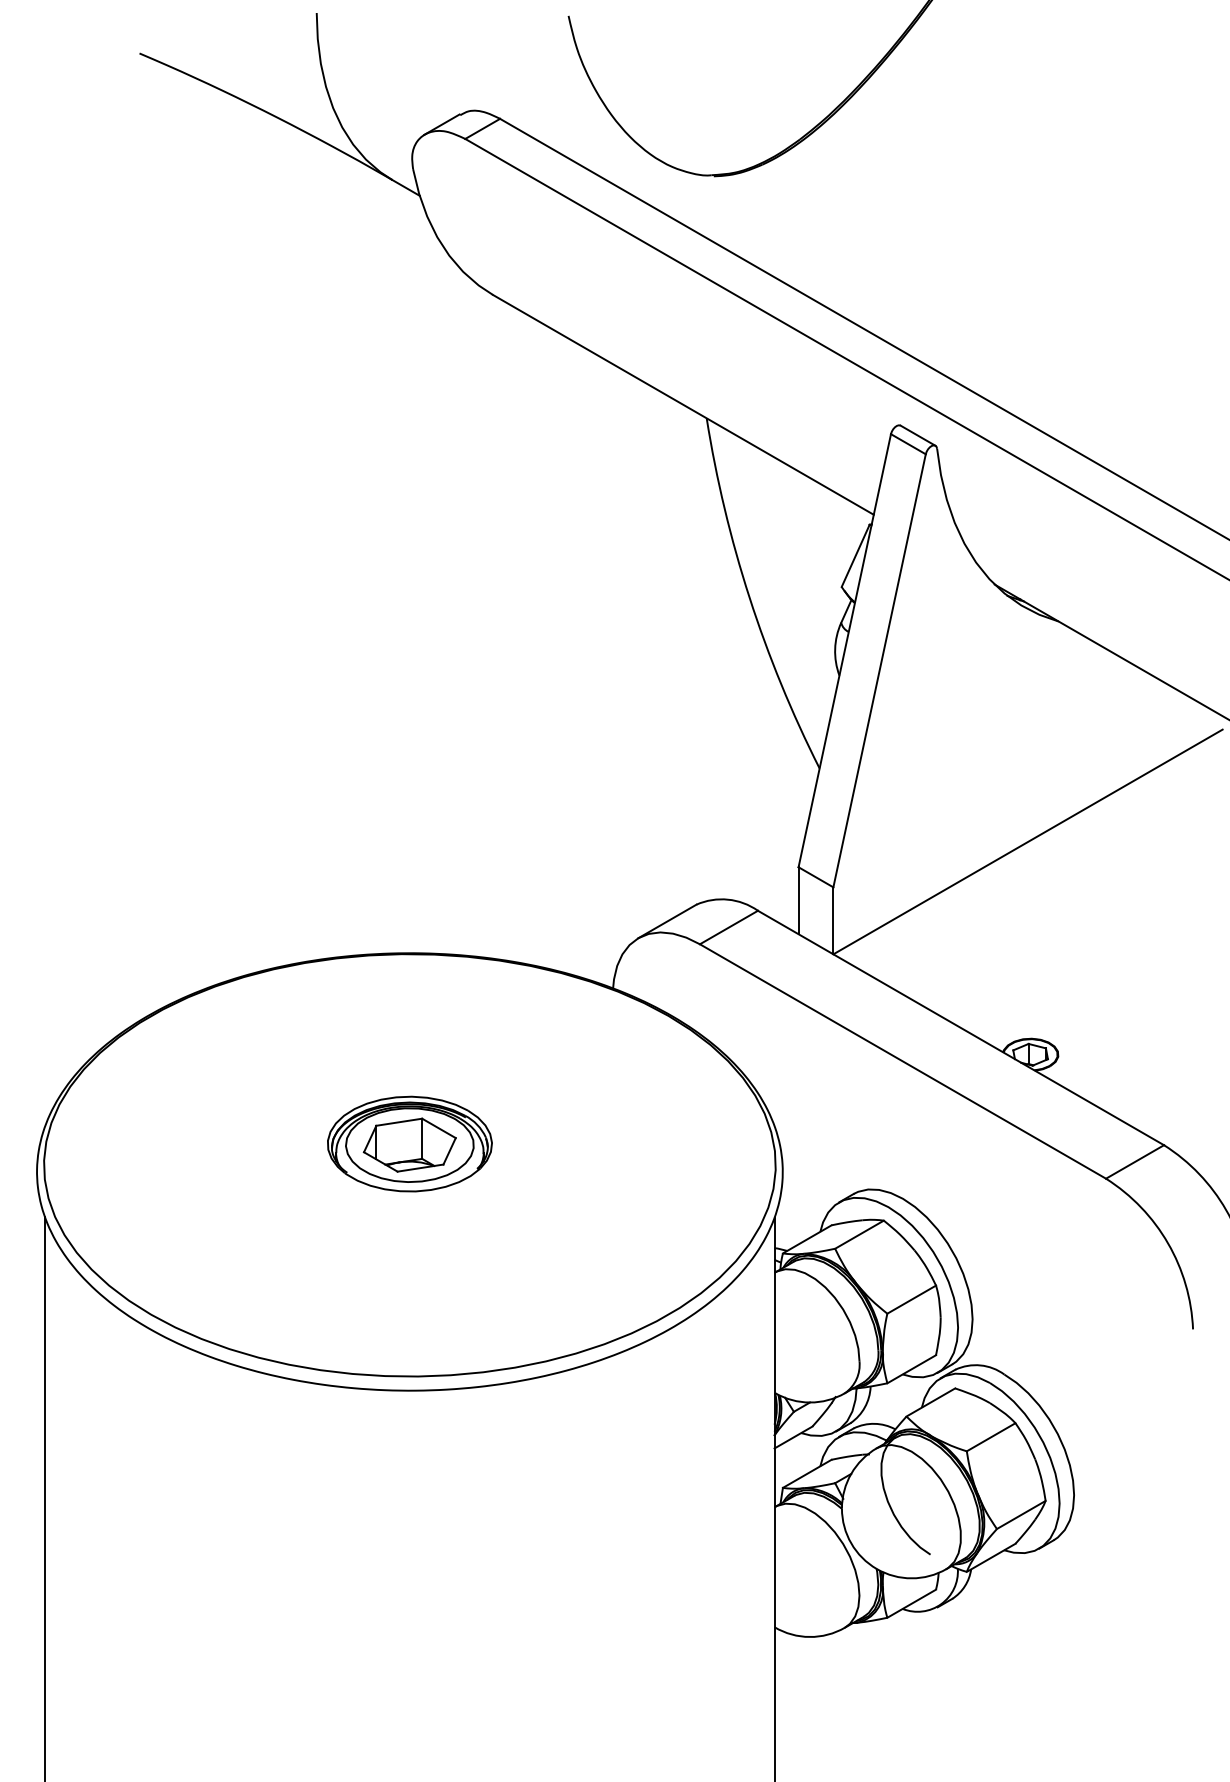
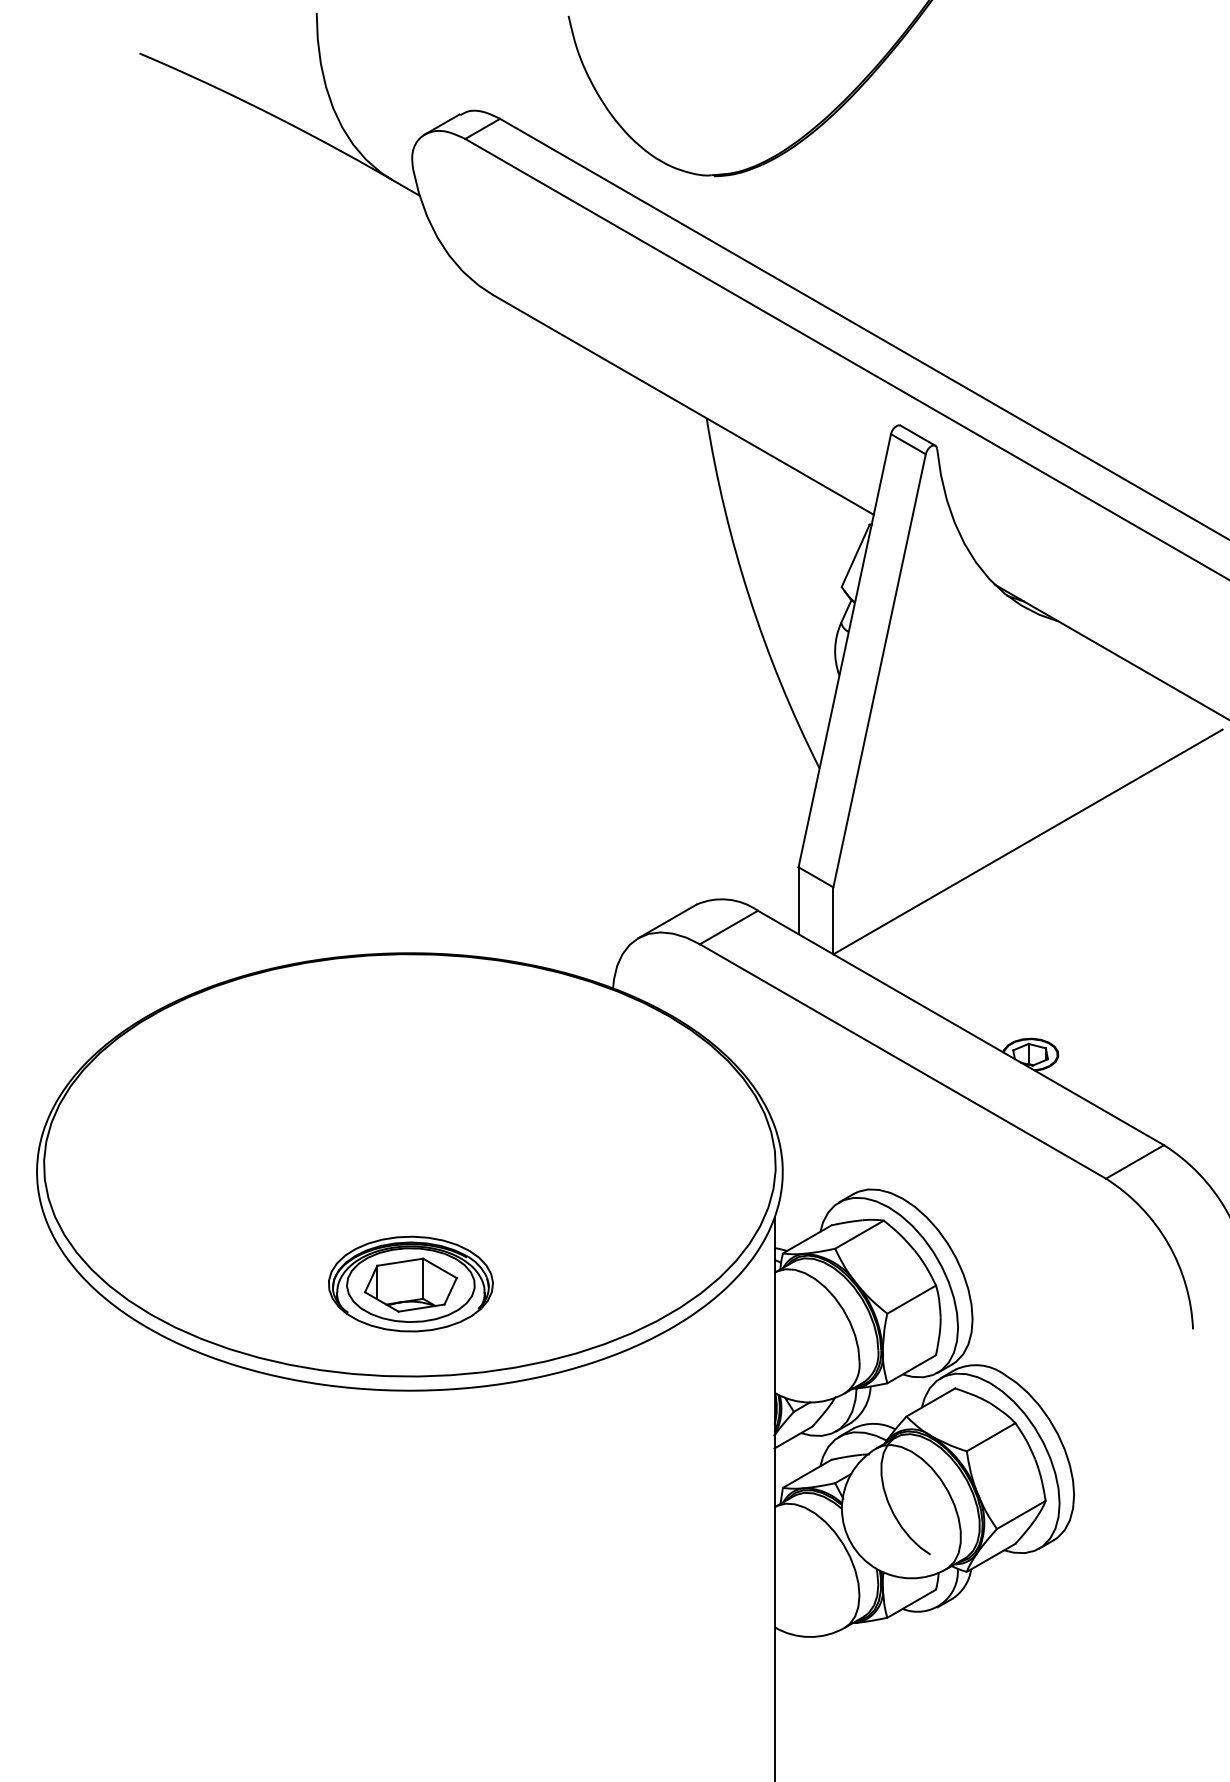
part at (409, 1143) position: (409, 1143) -> (410, 1283)
line at (45, 1497): present -> none
